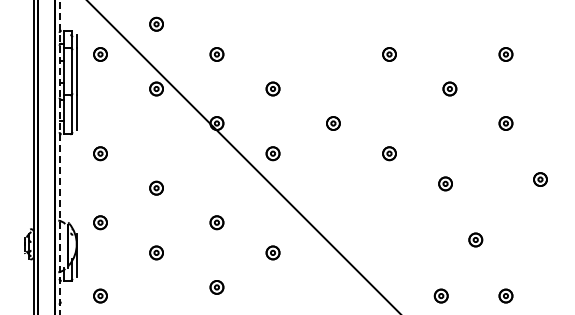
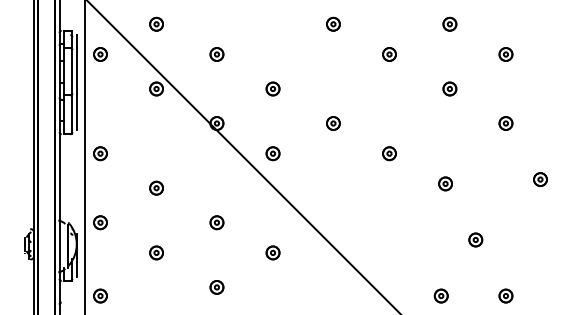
part at (333, 23): none -> present
part at (449, 23): none -> present
line at (85, 156): none -> present
line at (59, 157): dashed -> solid
